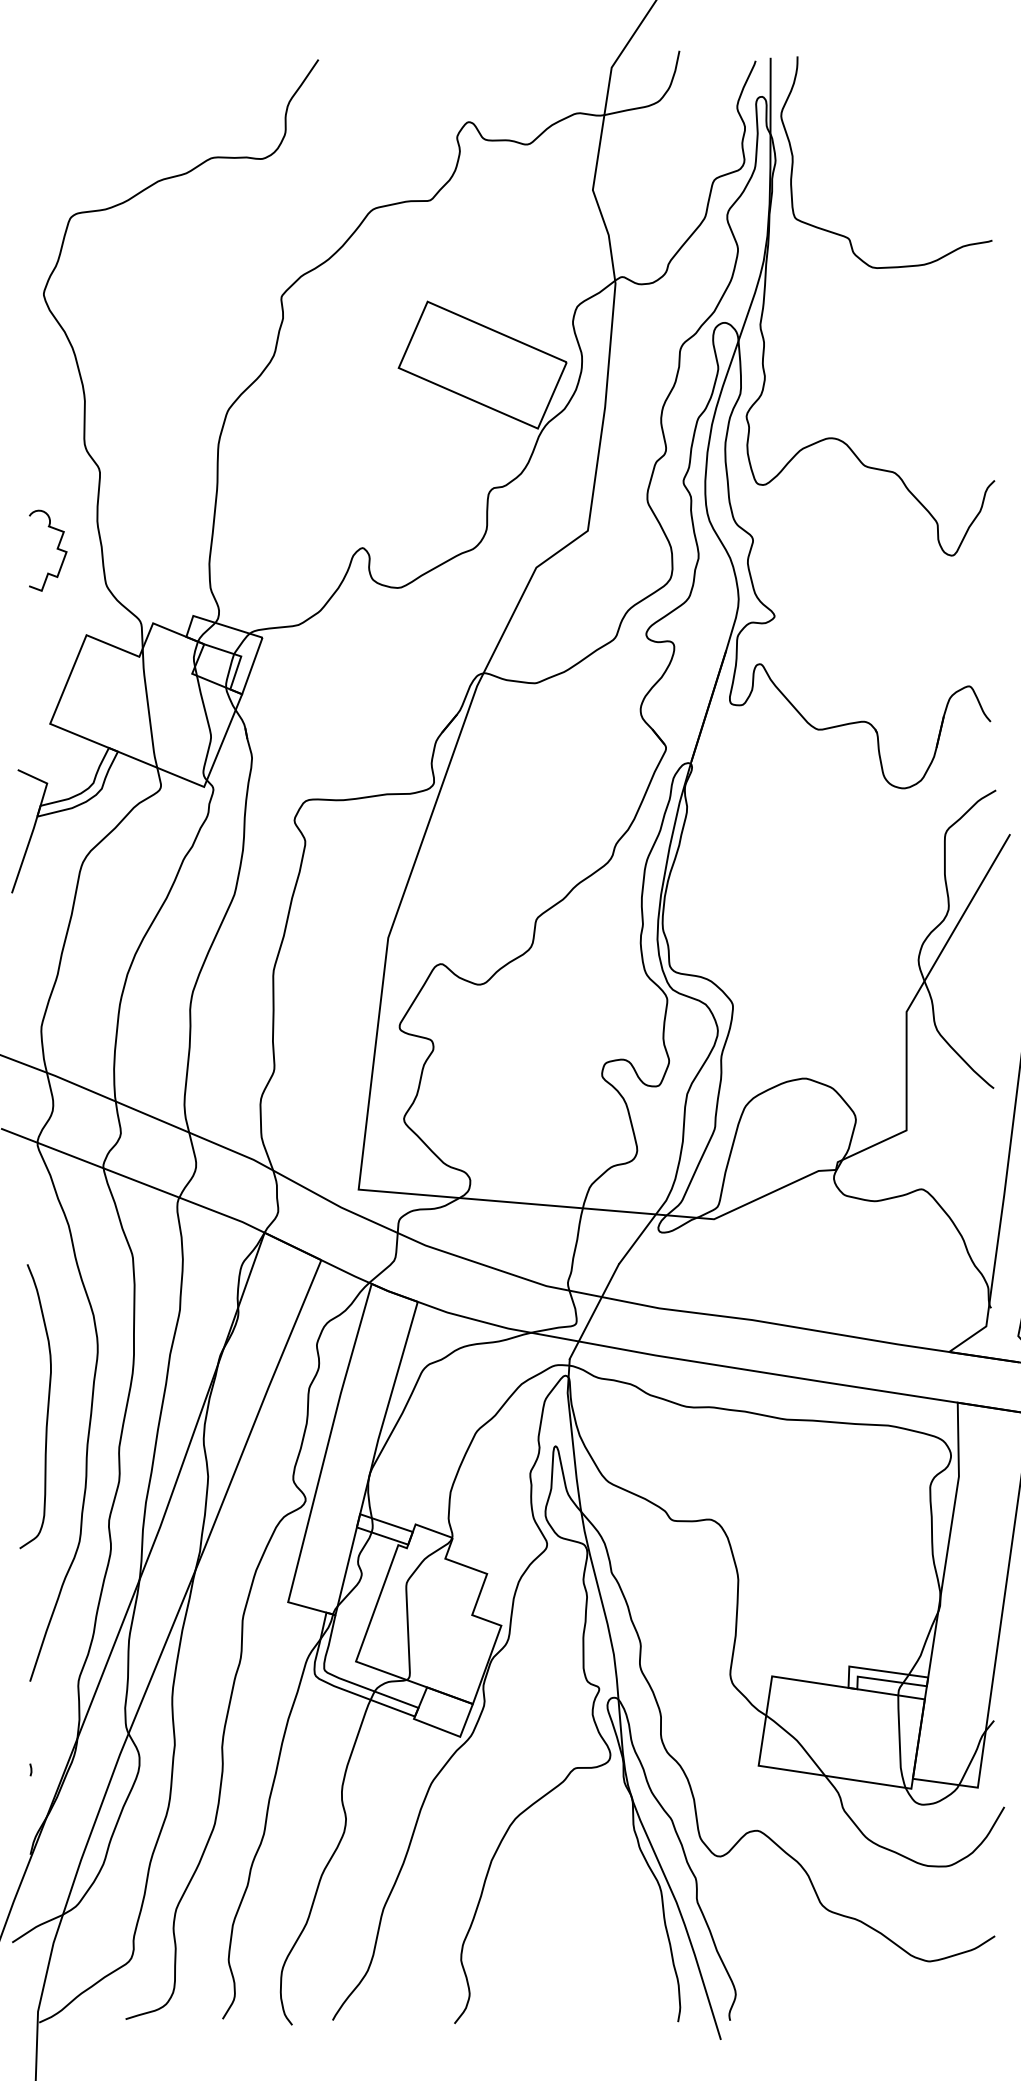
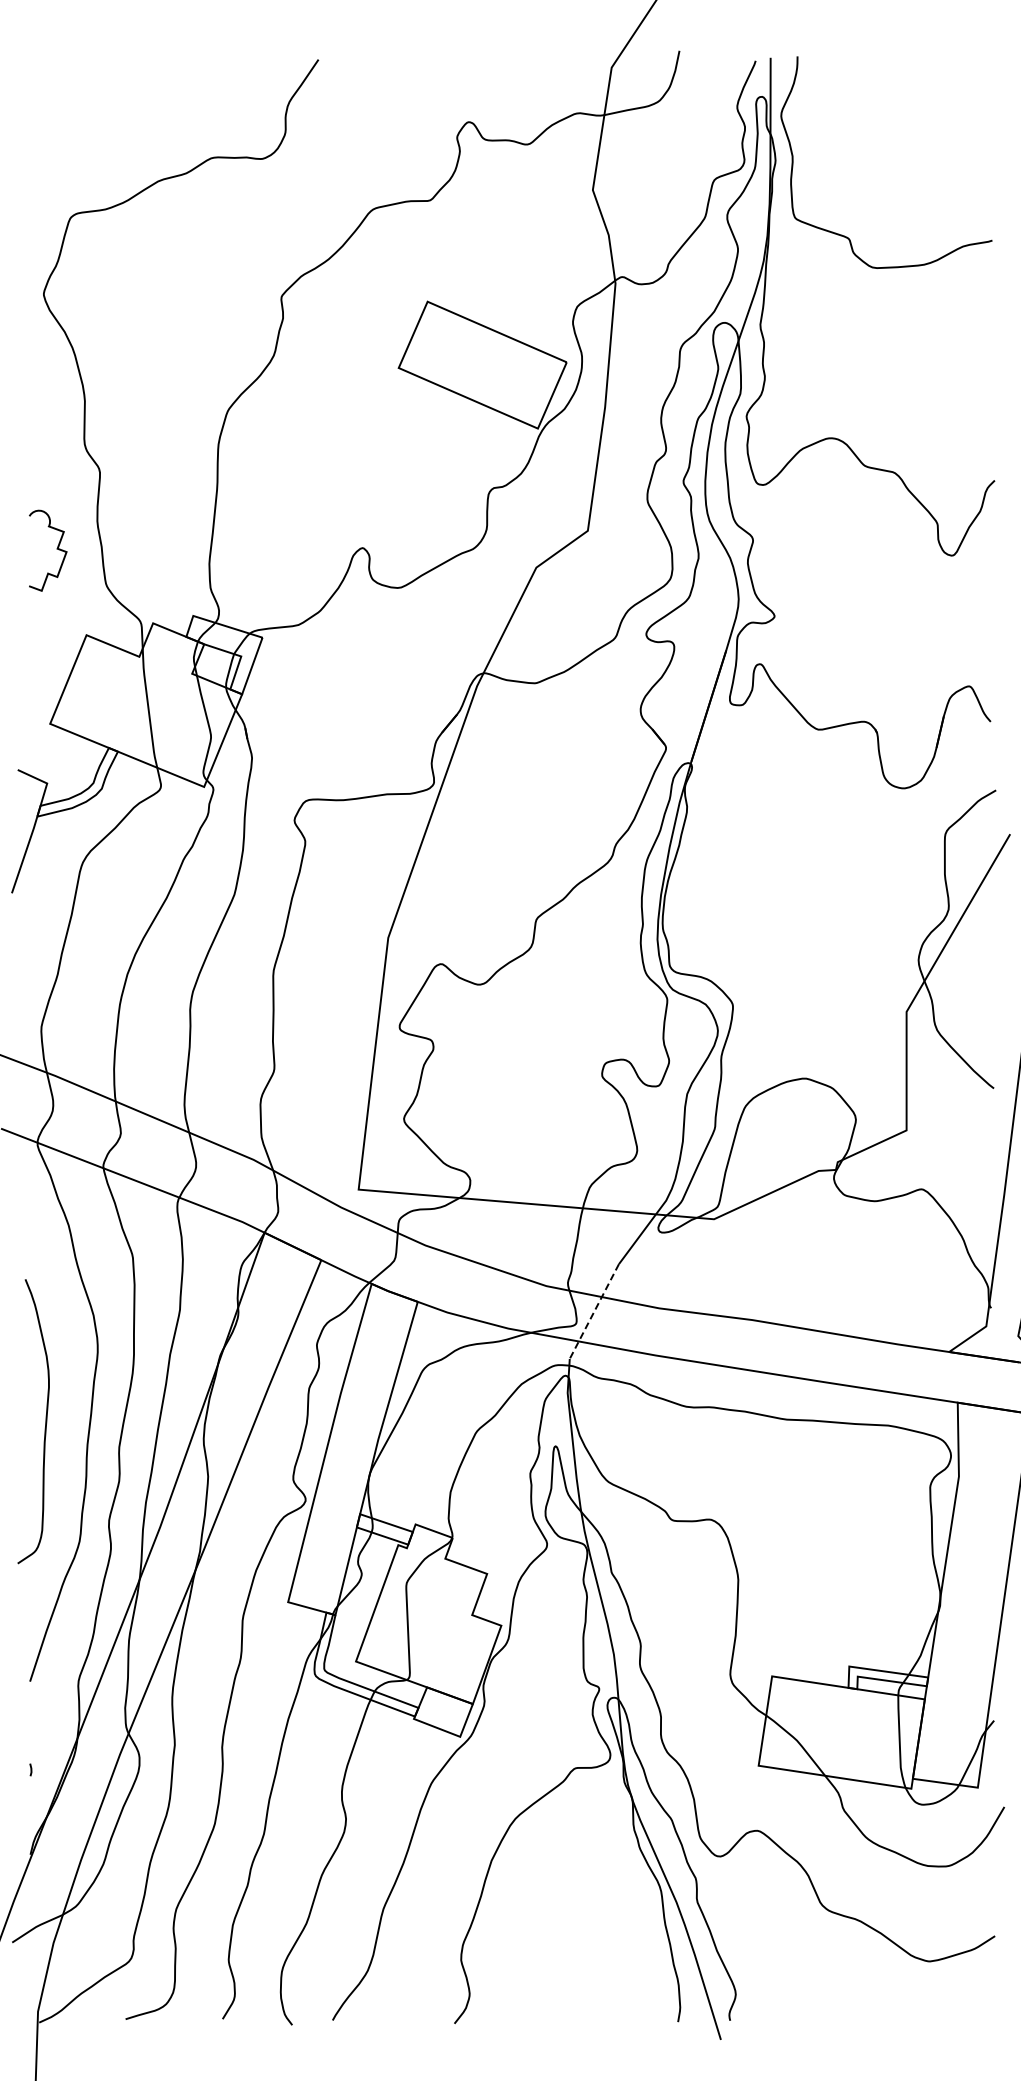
line at (594, 1312): solid -> dashed
curve at (47, 1406) position: (47, 1406) -> (45, 1421)
